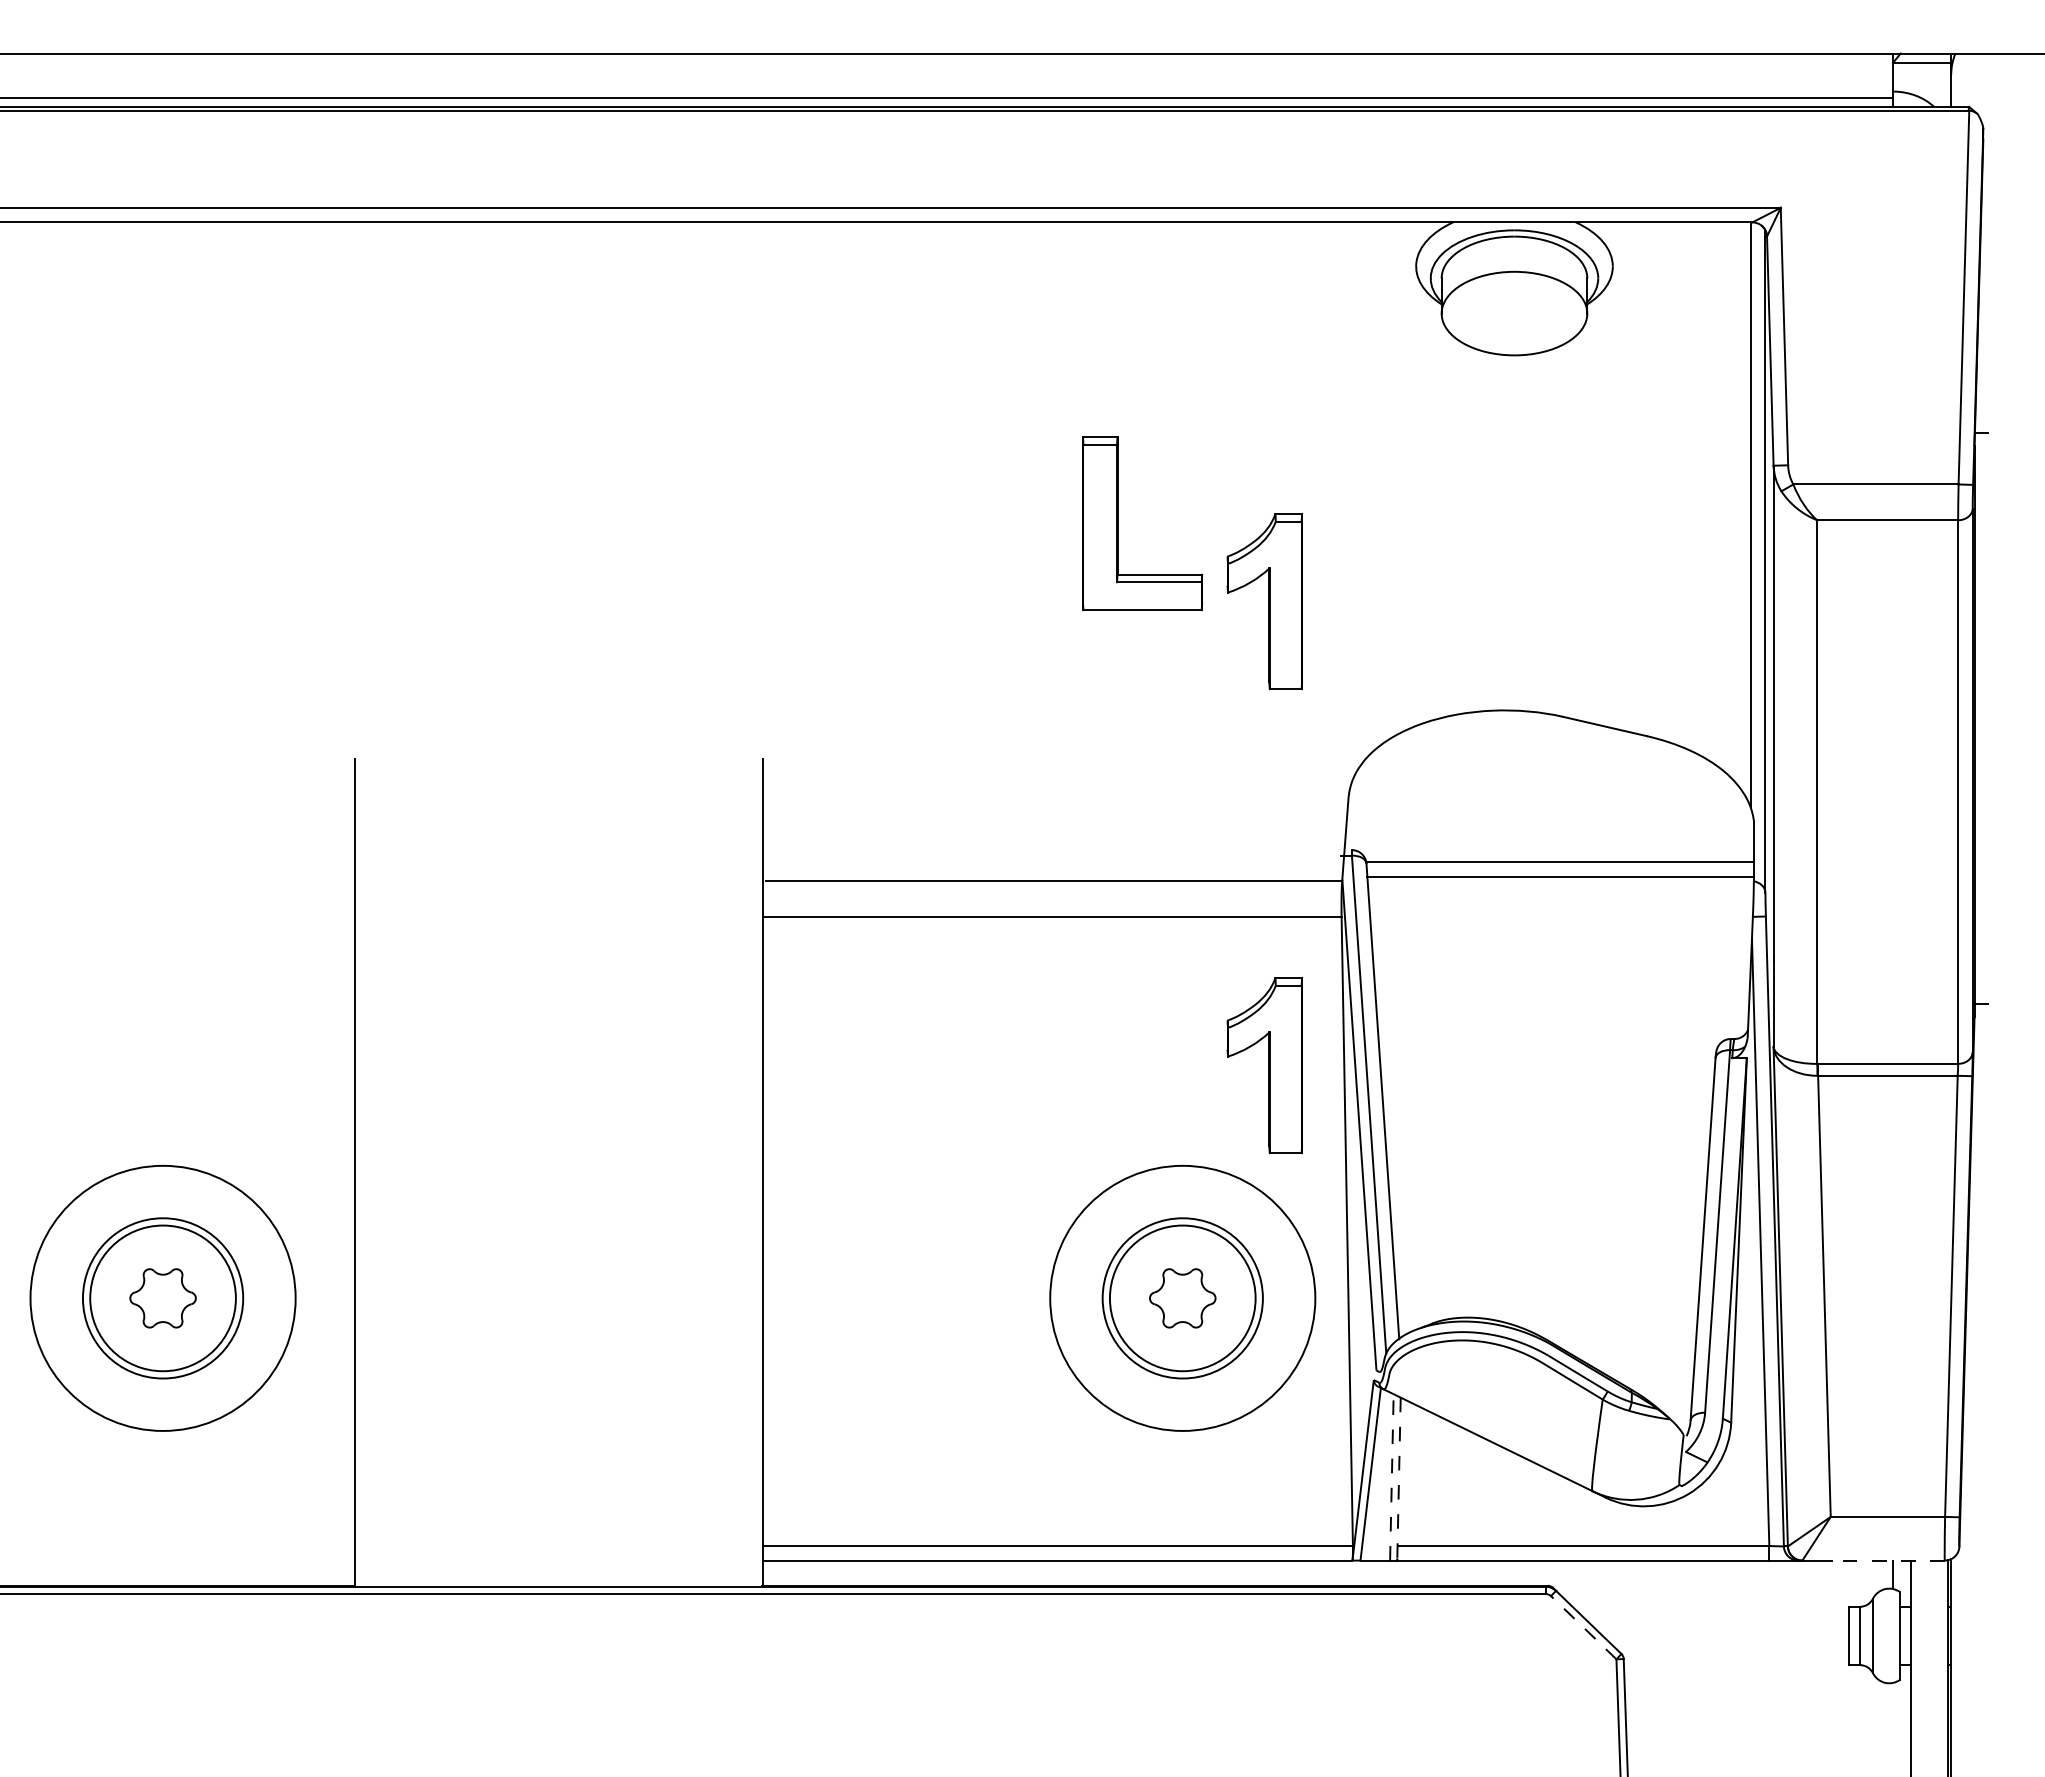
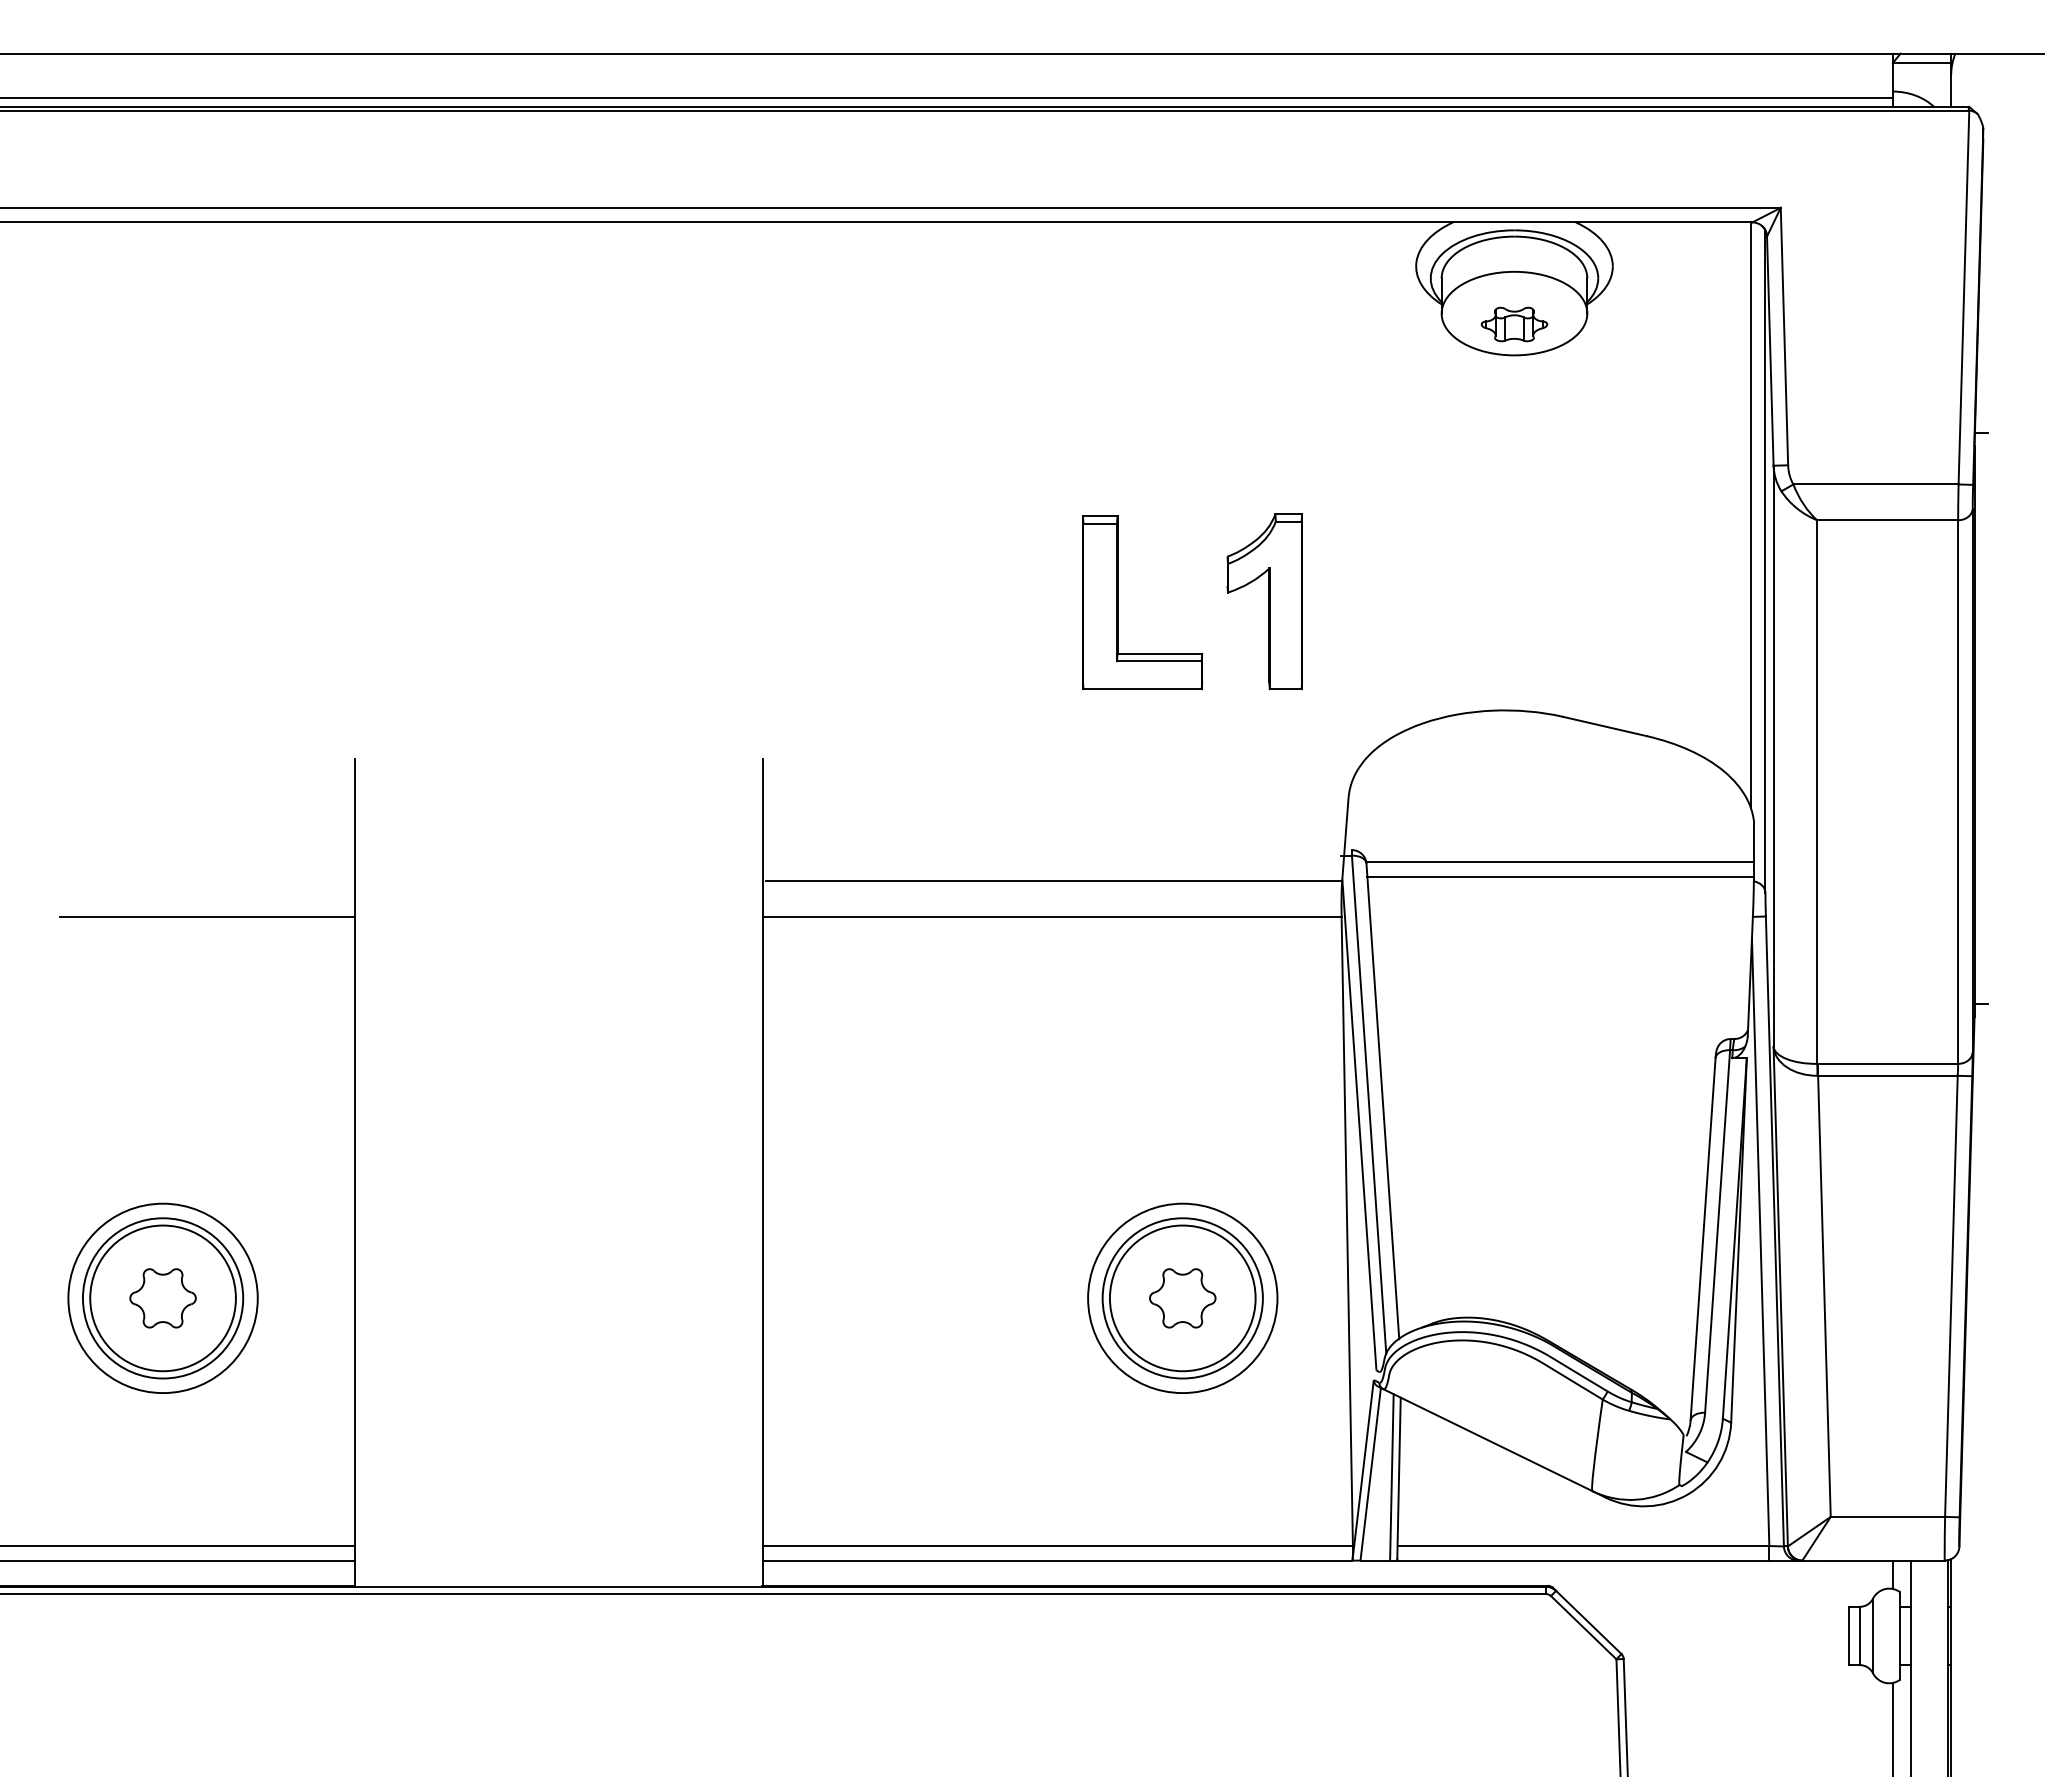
part at (1514, 324): none -> present
part at (1118, 523) position: (1118, 523) -> (1118, 602)
line at (207, 916): none -> present
part at (1264, 1065): present -> none
circle at (162, 1297) diameter: 265 px -> 189 px
circle at (1182, 1297) diameter: 265 px -> 189 px
line at (1391, 1476): dashed -> solid
line at (1399, 1478): dashed -> solid
line at (178, 1546): none -> present
line at (178, 1560): none -> present
line at (1887, 1560): dashed -> solid
line at (1583, 1627): dashed -> solid
line at (1892, 1727): none -> present
